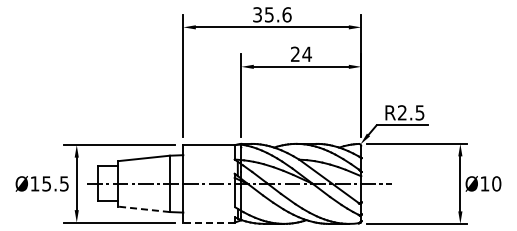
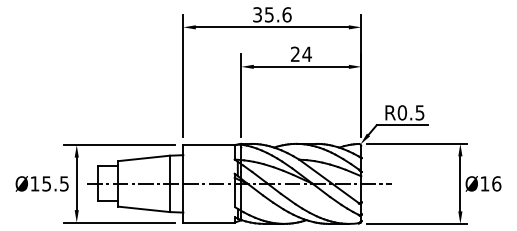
text at (401, 112): R2.5 -> R0.5
text at (496, 183): Ø10 -> Ø16
line at (144, 209): dashed -> solid
line at (209, 222): dashed -> solid
